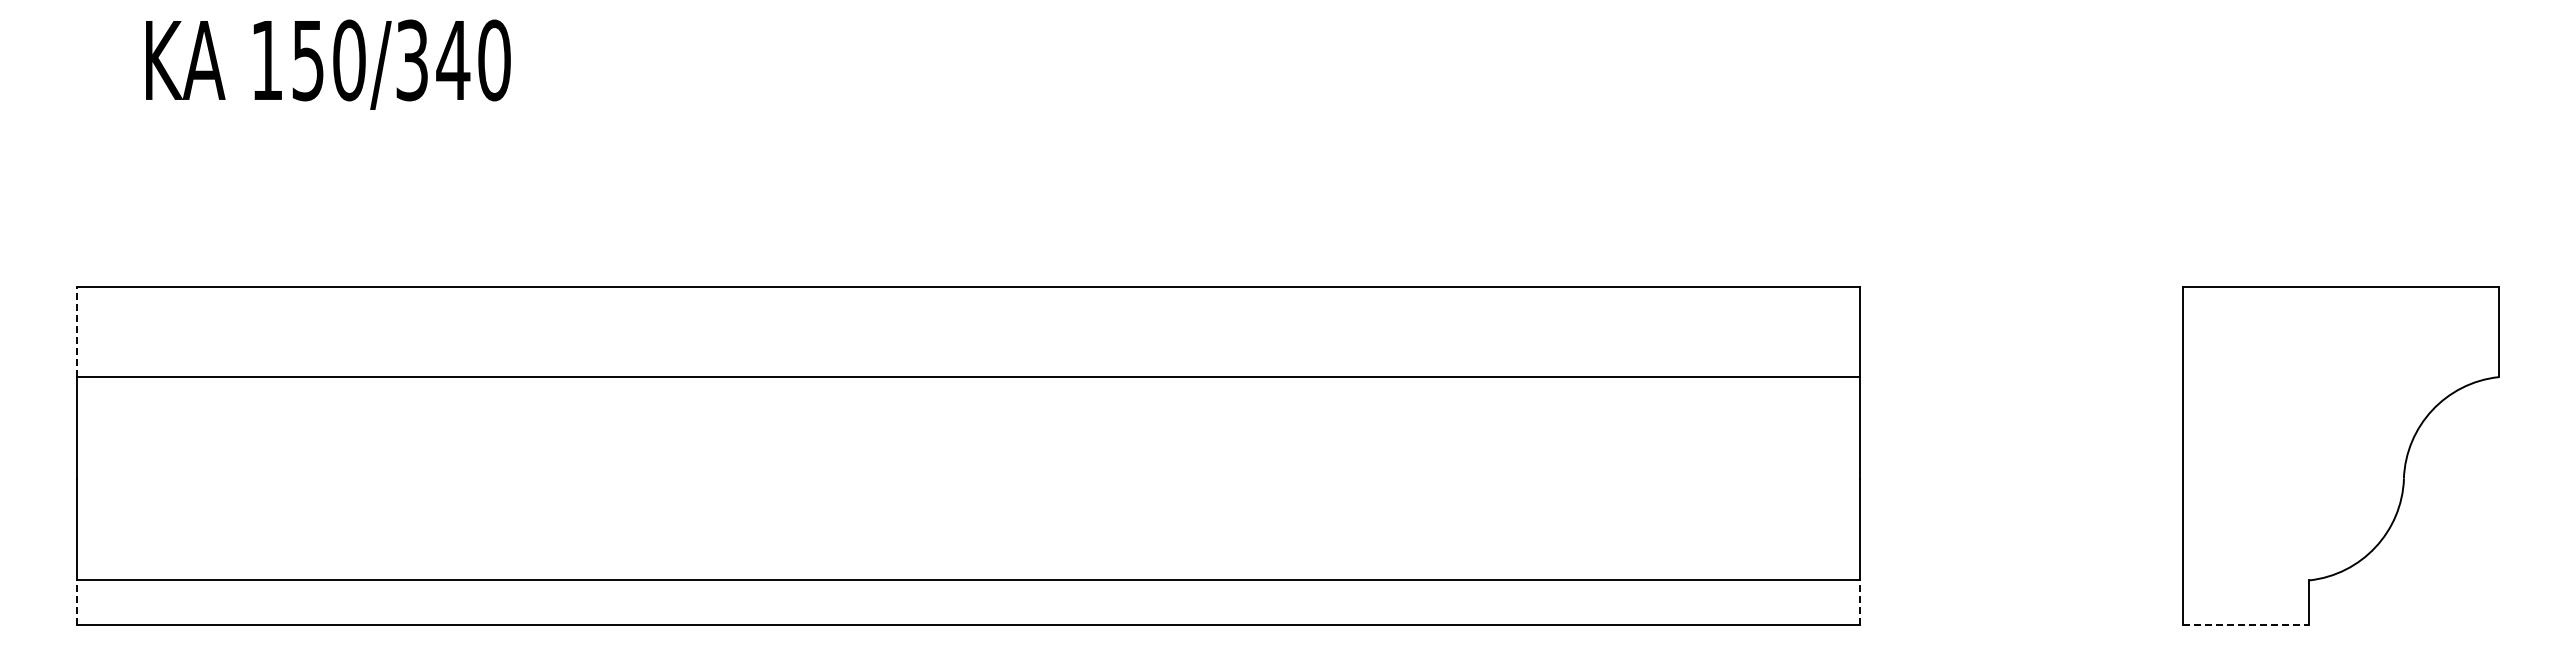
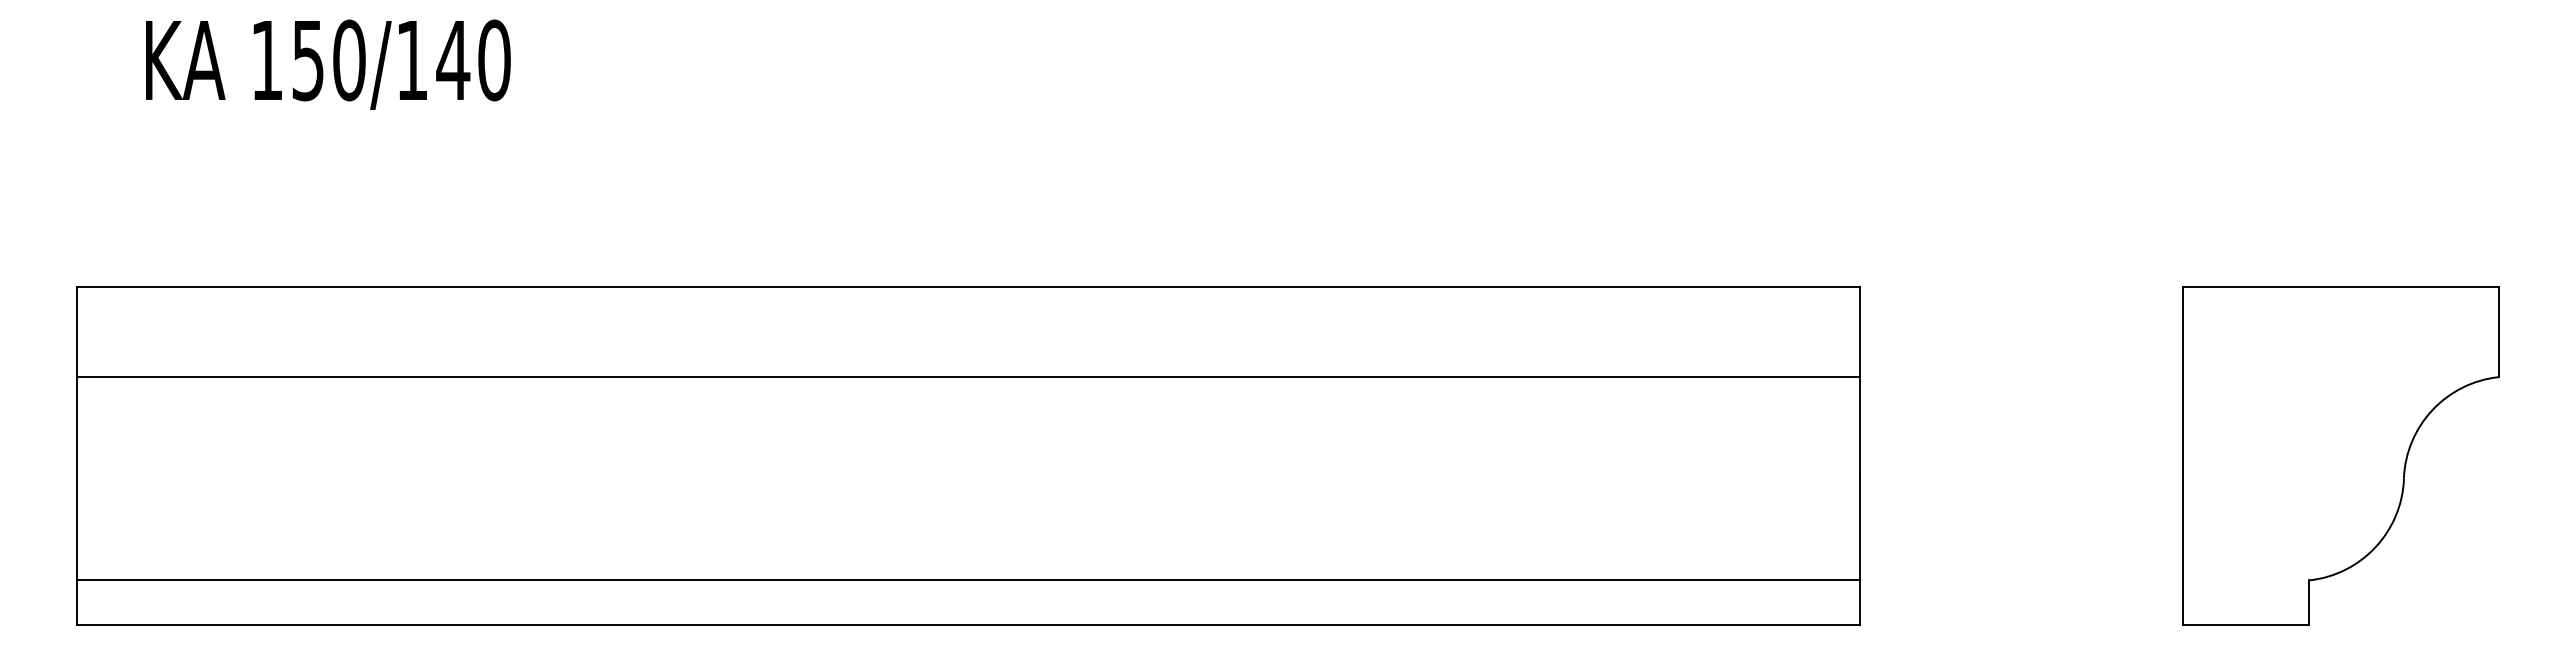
text at (411, 60): 150/340 -> 150/140
line at (77, 331): dashed -> solid
line at (77, 602): dashed -> solid
line at (1859, 602): dashed -> solid
line at (2246, 625): dashed -> solid
